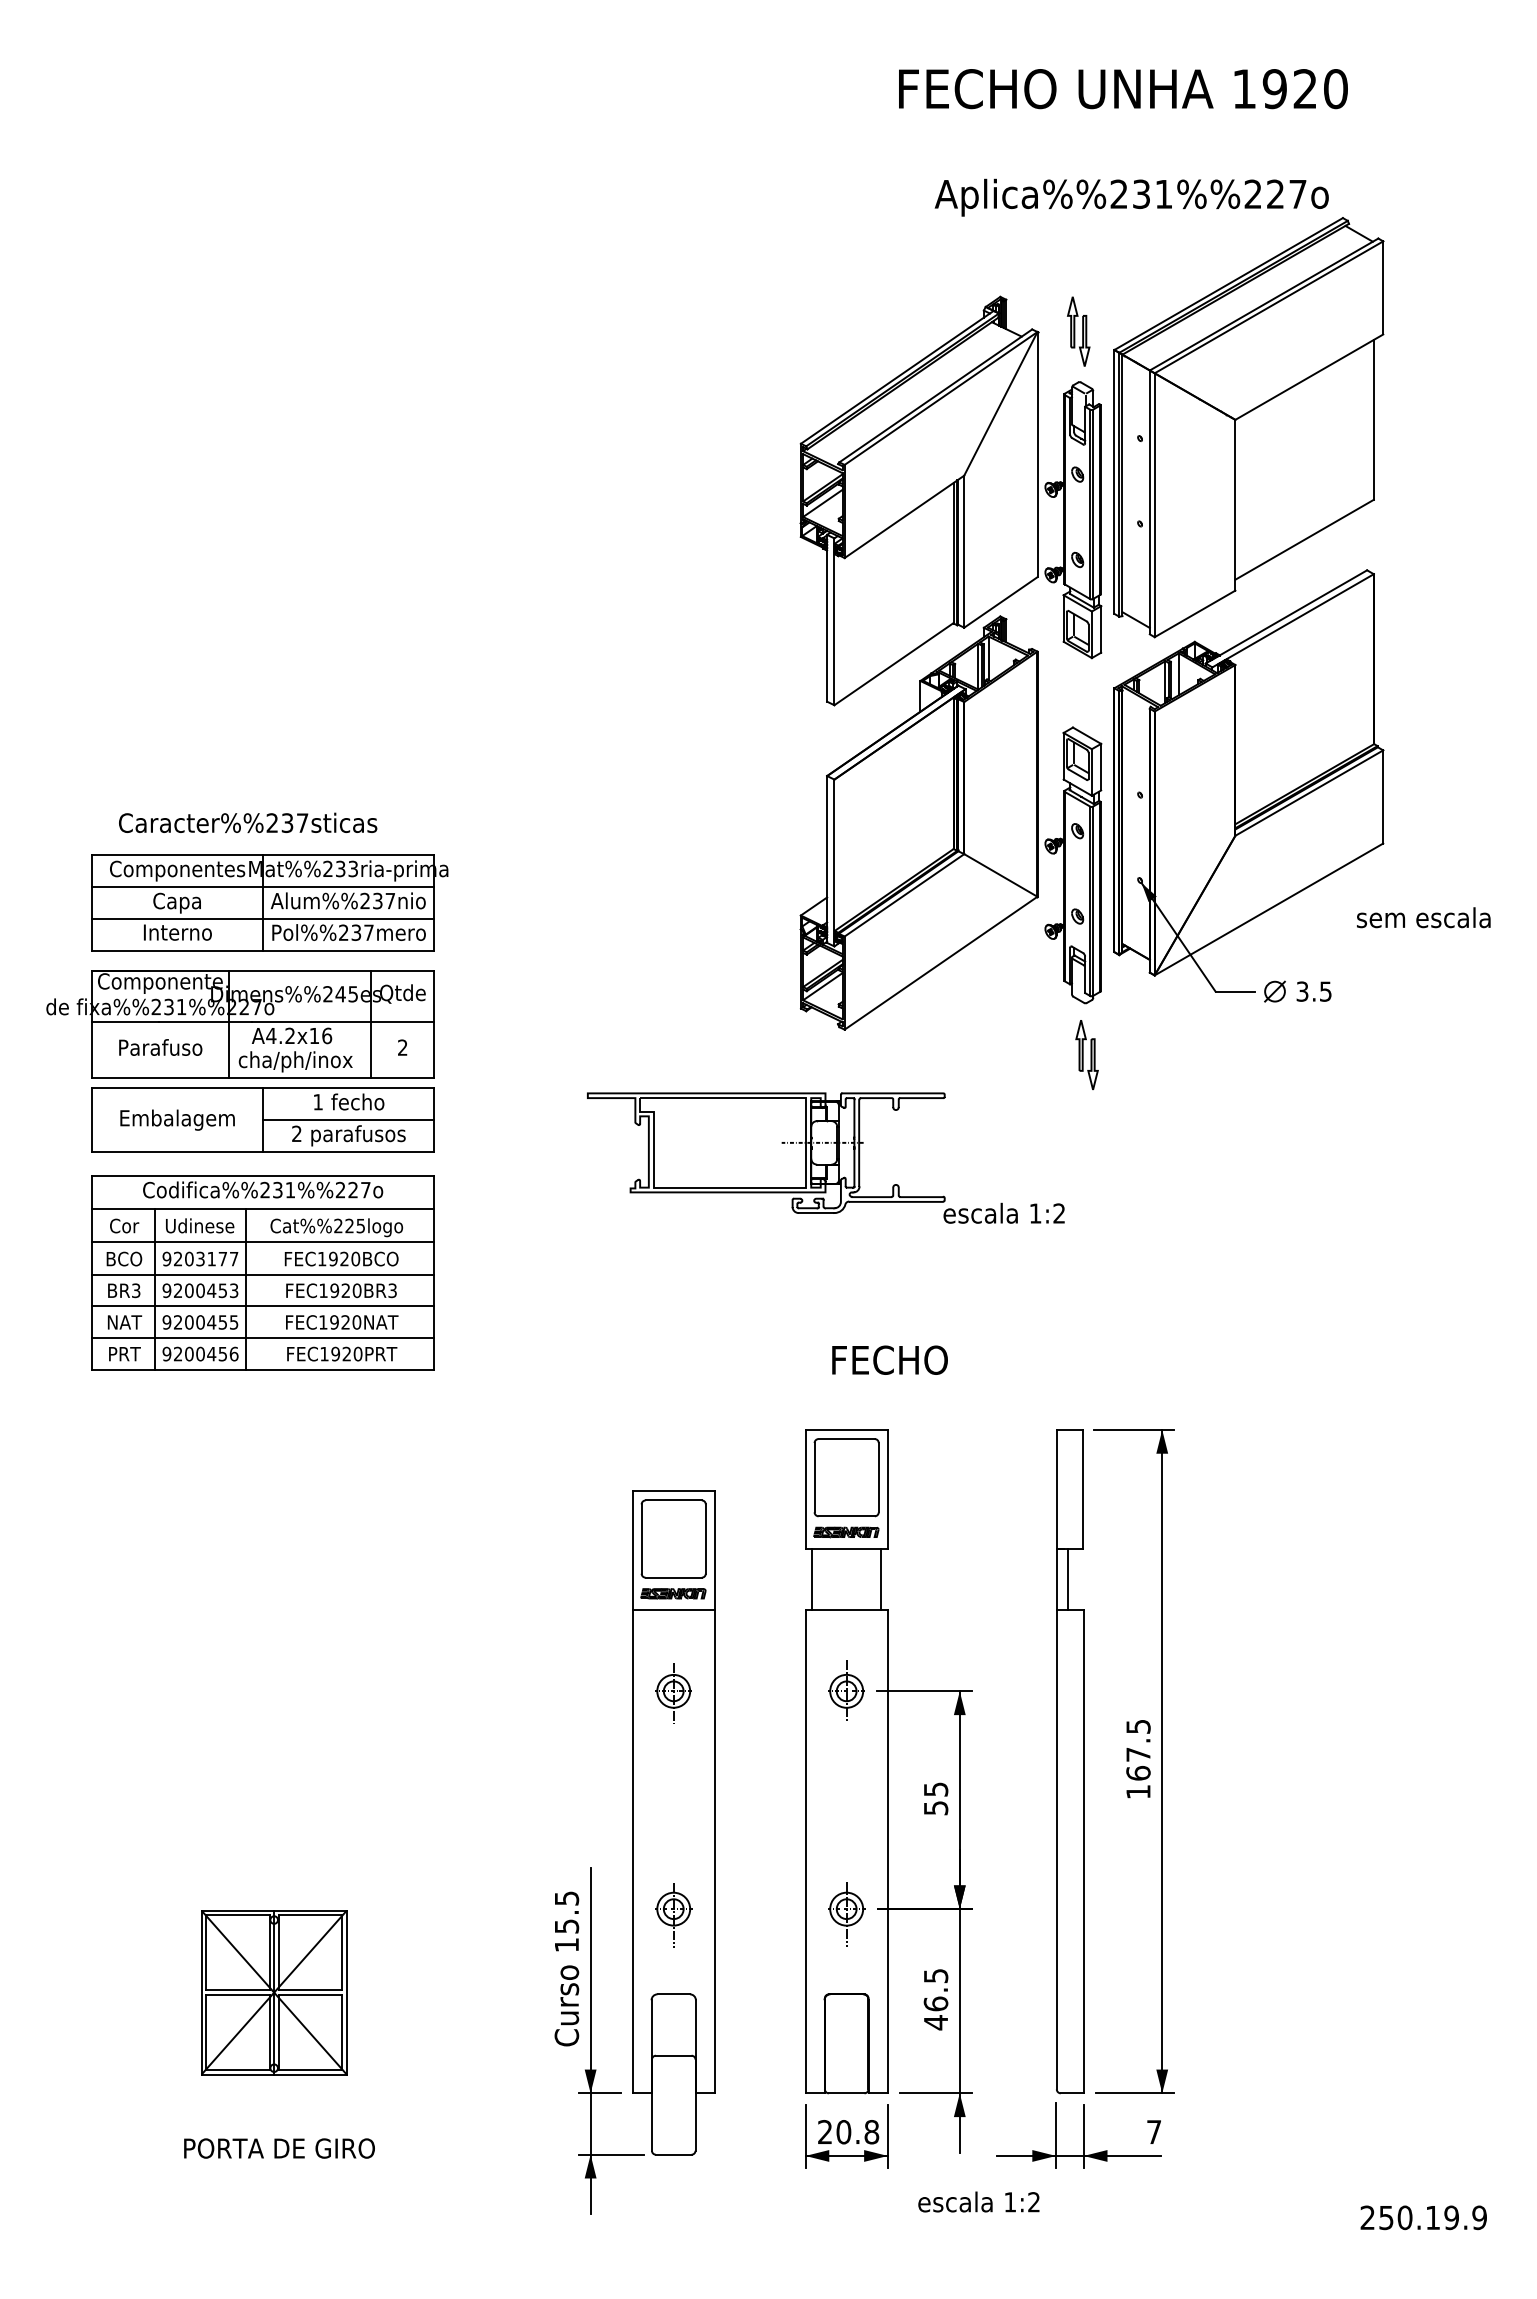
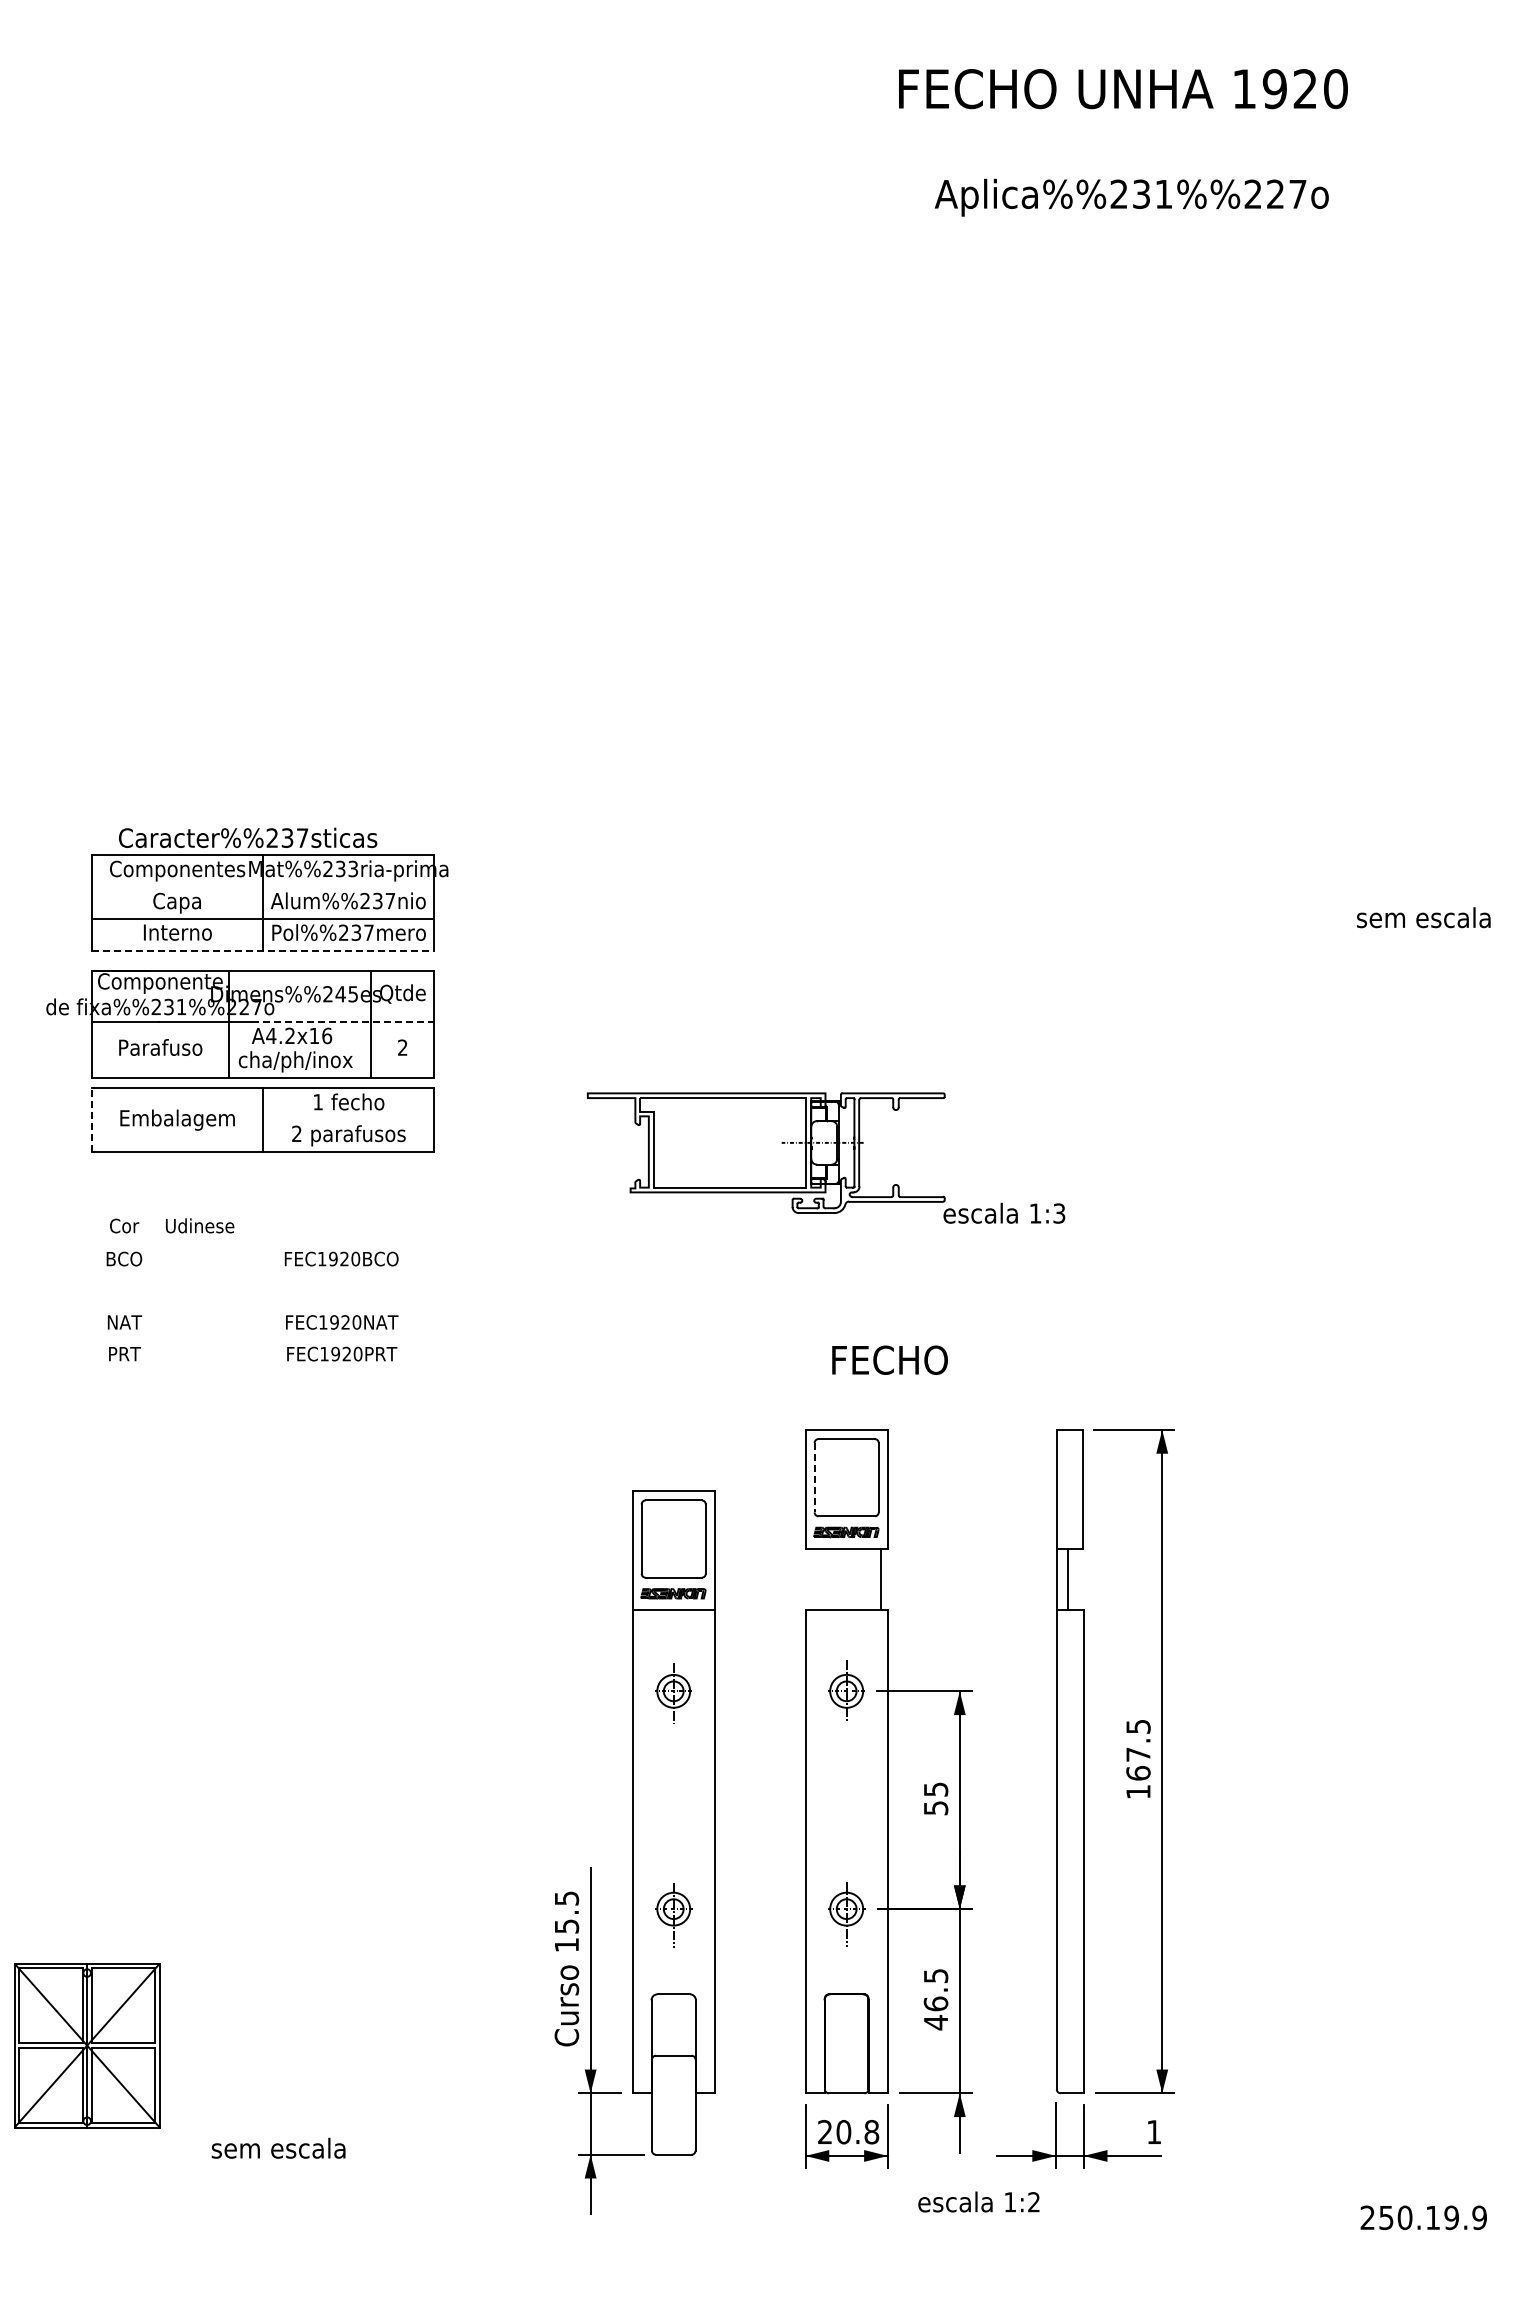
part at (1091, 653): present -> none
text at (248, 822) position: (248, 822) -> (248, 837)
line at (262, 887): present -> none
line at (263, 951): solid -> dashed
line at (343, 1021): solid -> dashed
line at (91, 1120): solid -> dashed
line at (348, 1120): present -> none
text at (1059, 1213): 1:2 -> 1:3
part at (262, 1272): present -> none
line at (814, 1477): solid -> dashed
line at (812, 1579): present -> none
part at (274, 1992) position: (274, 1992) -> (87, 2045)
text at (1153, 2131): 7 -> 1
text at (279, 2147): PORTA DE GIRO -> sem escala
